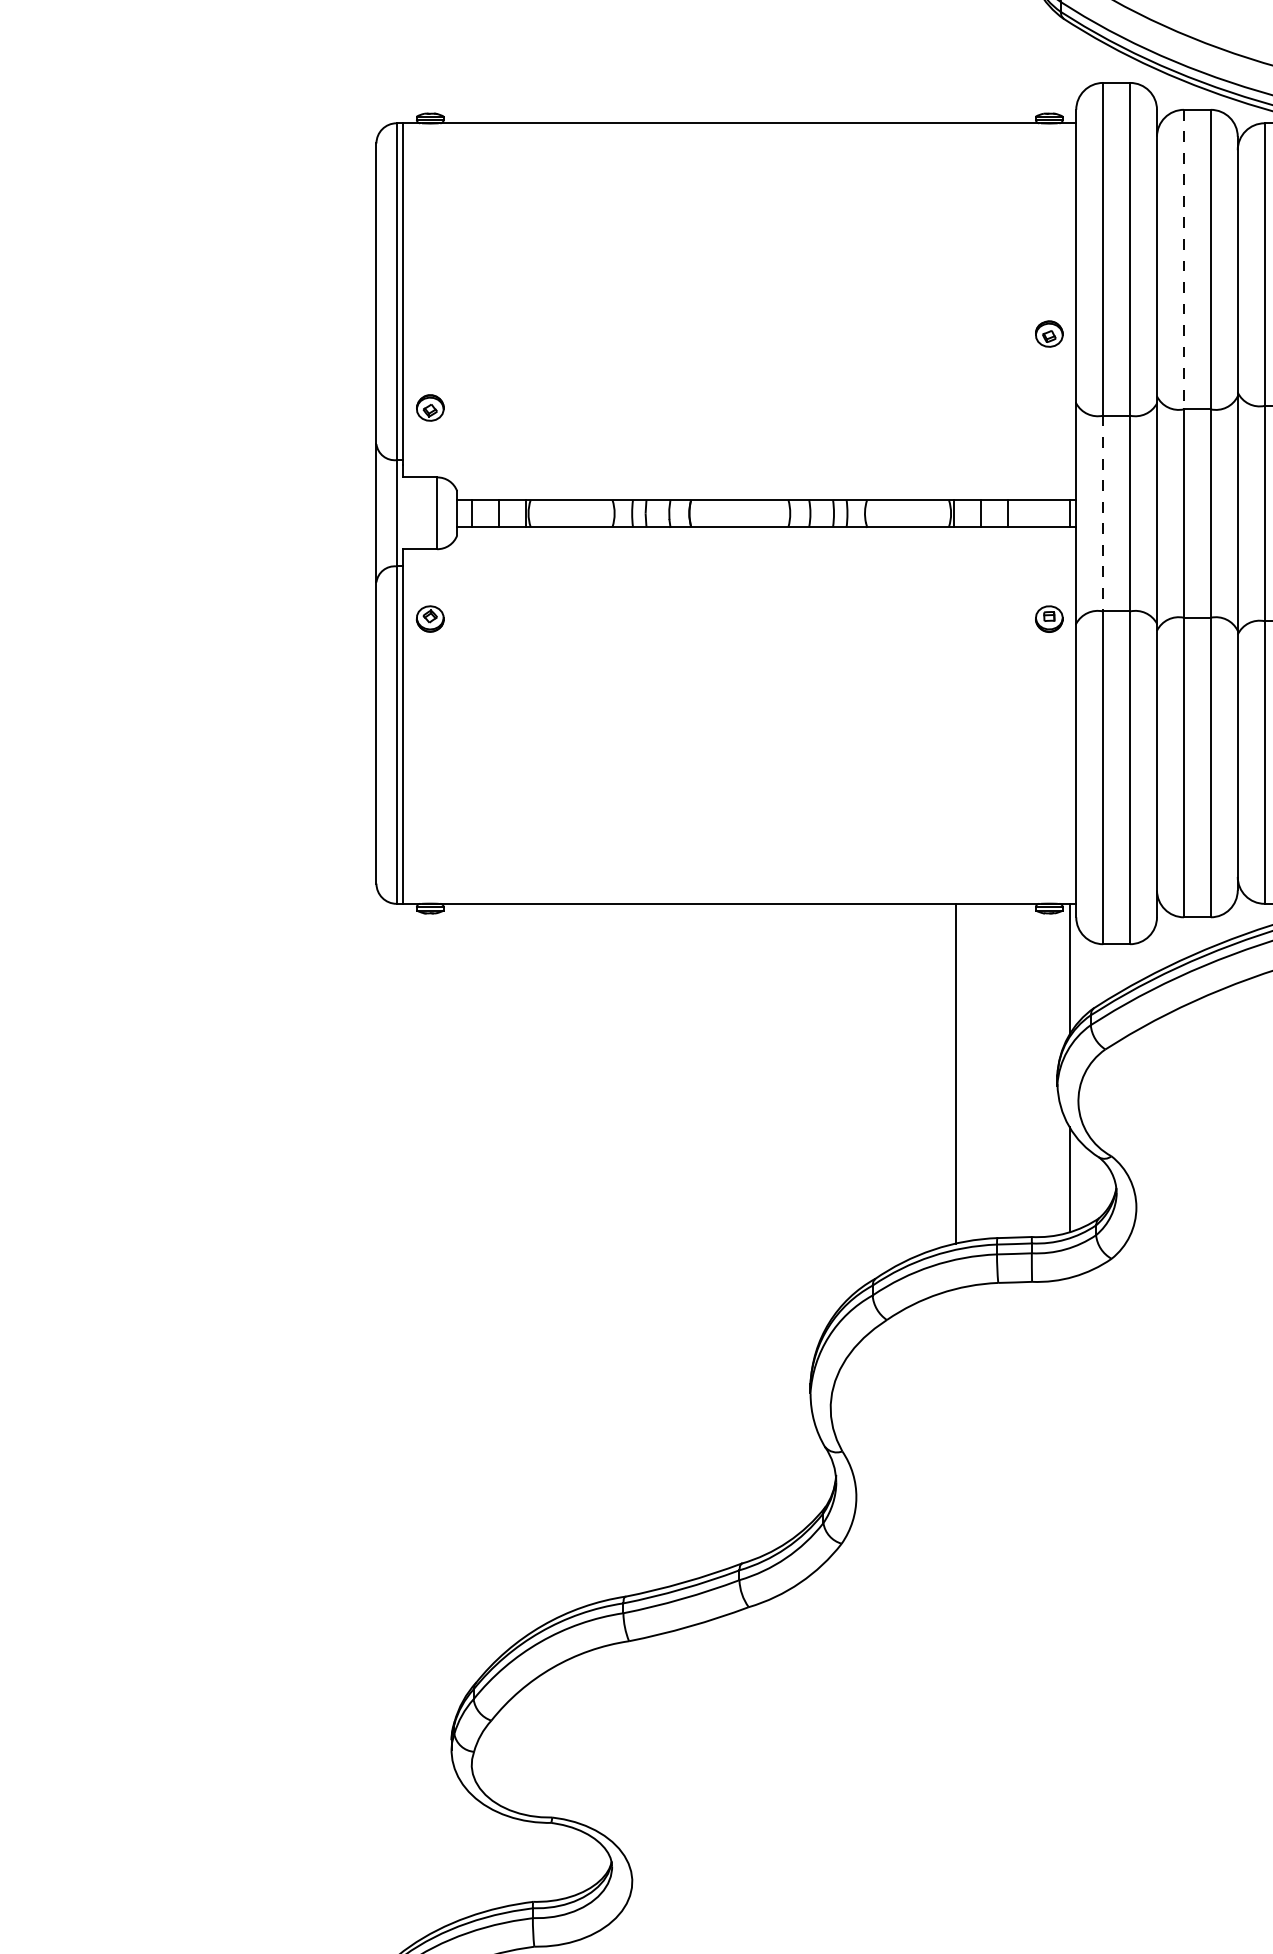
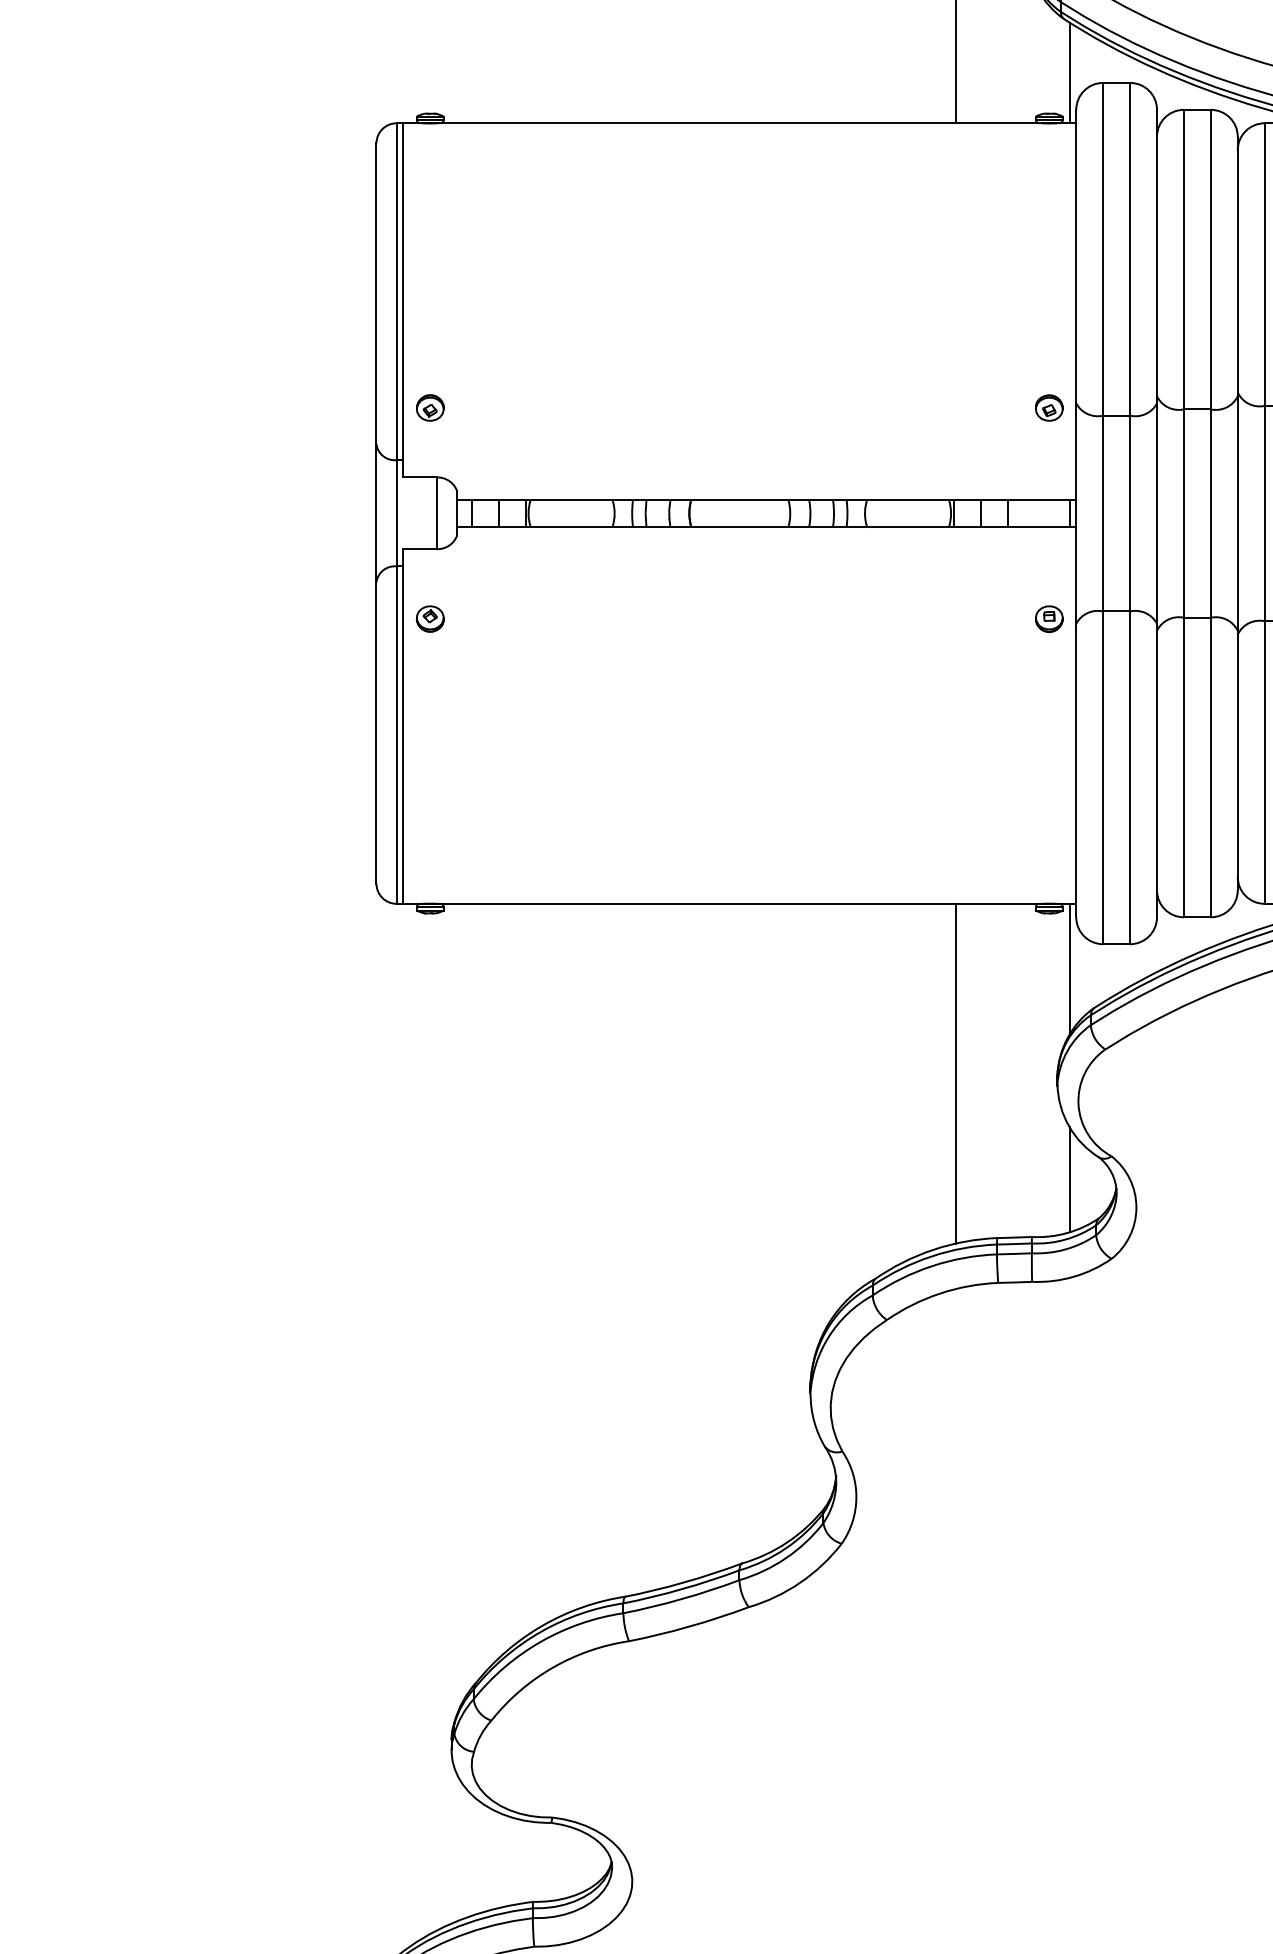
line at (956, 62): none -> present
line at (1069, 72): none -> present
line at (1183, 259): dashed -> solid
part at (1049, 333) position: (1049, 333) -> (1049, 407)
line at (1103, 513): dashed -> solid
